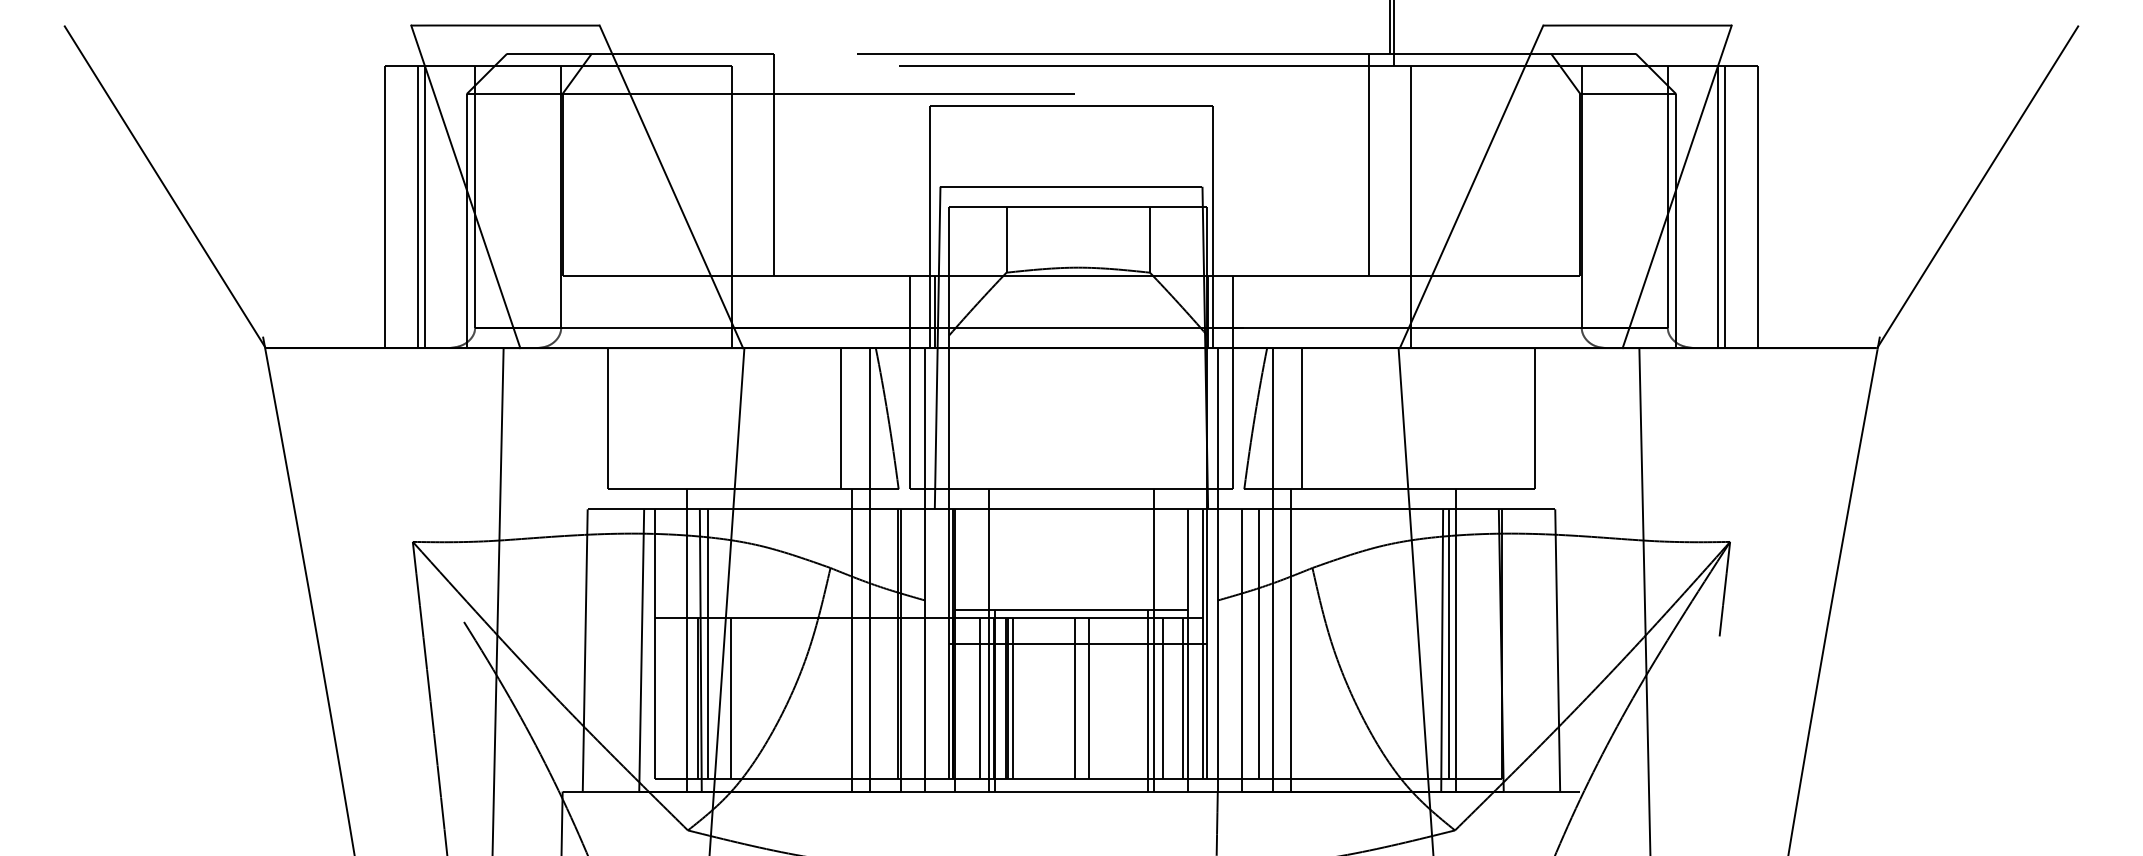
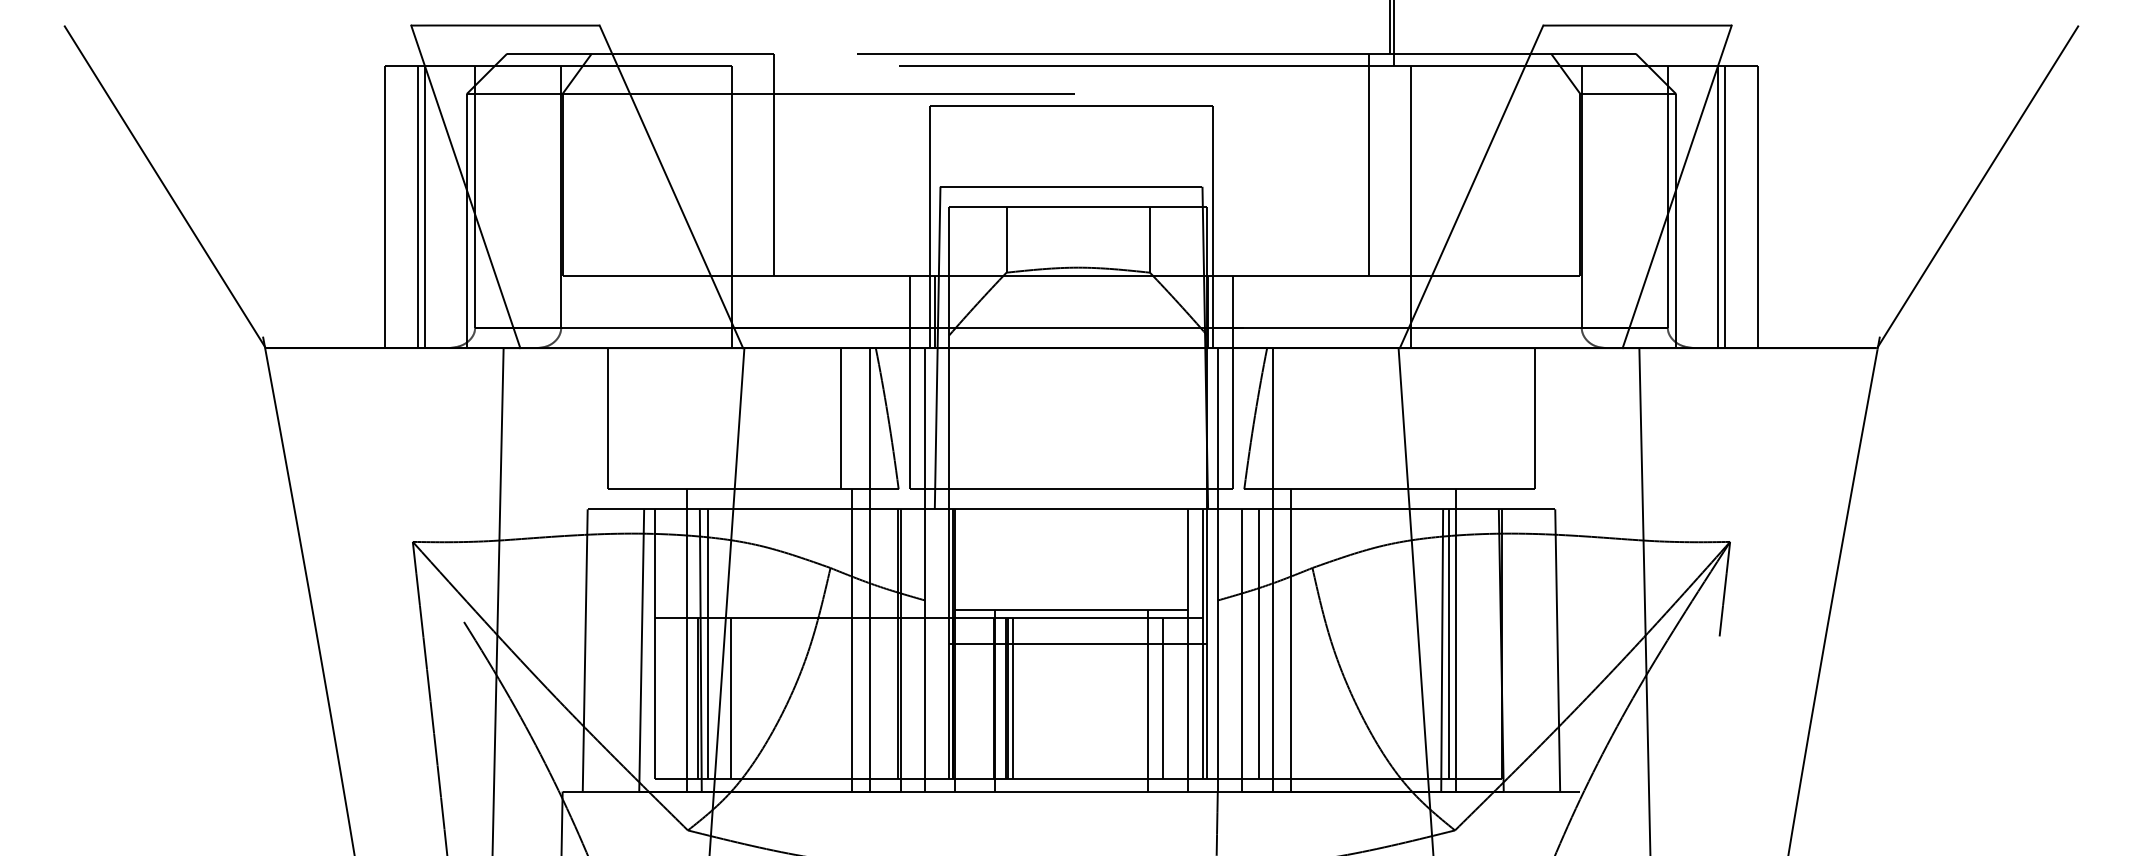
line at (1301, 418): present -> none
line at (988, 640): present -> none
line at (1154, 640): present -> none
line at (979, 698): present -> none
line at (1075, 698): present -> none
line at (1088, 698): present -> none
line at (1183, 698): present -> none
